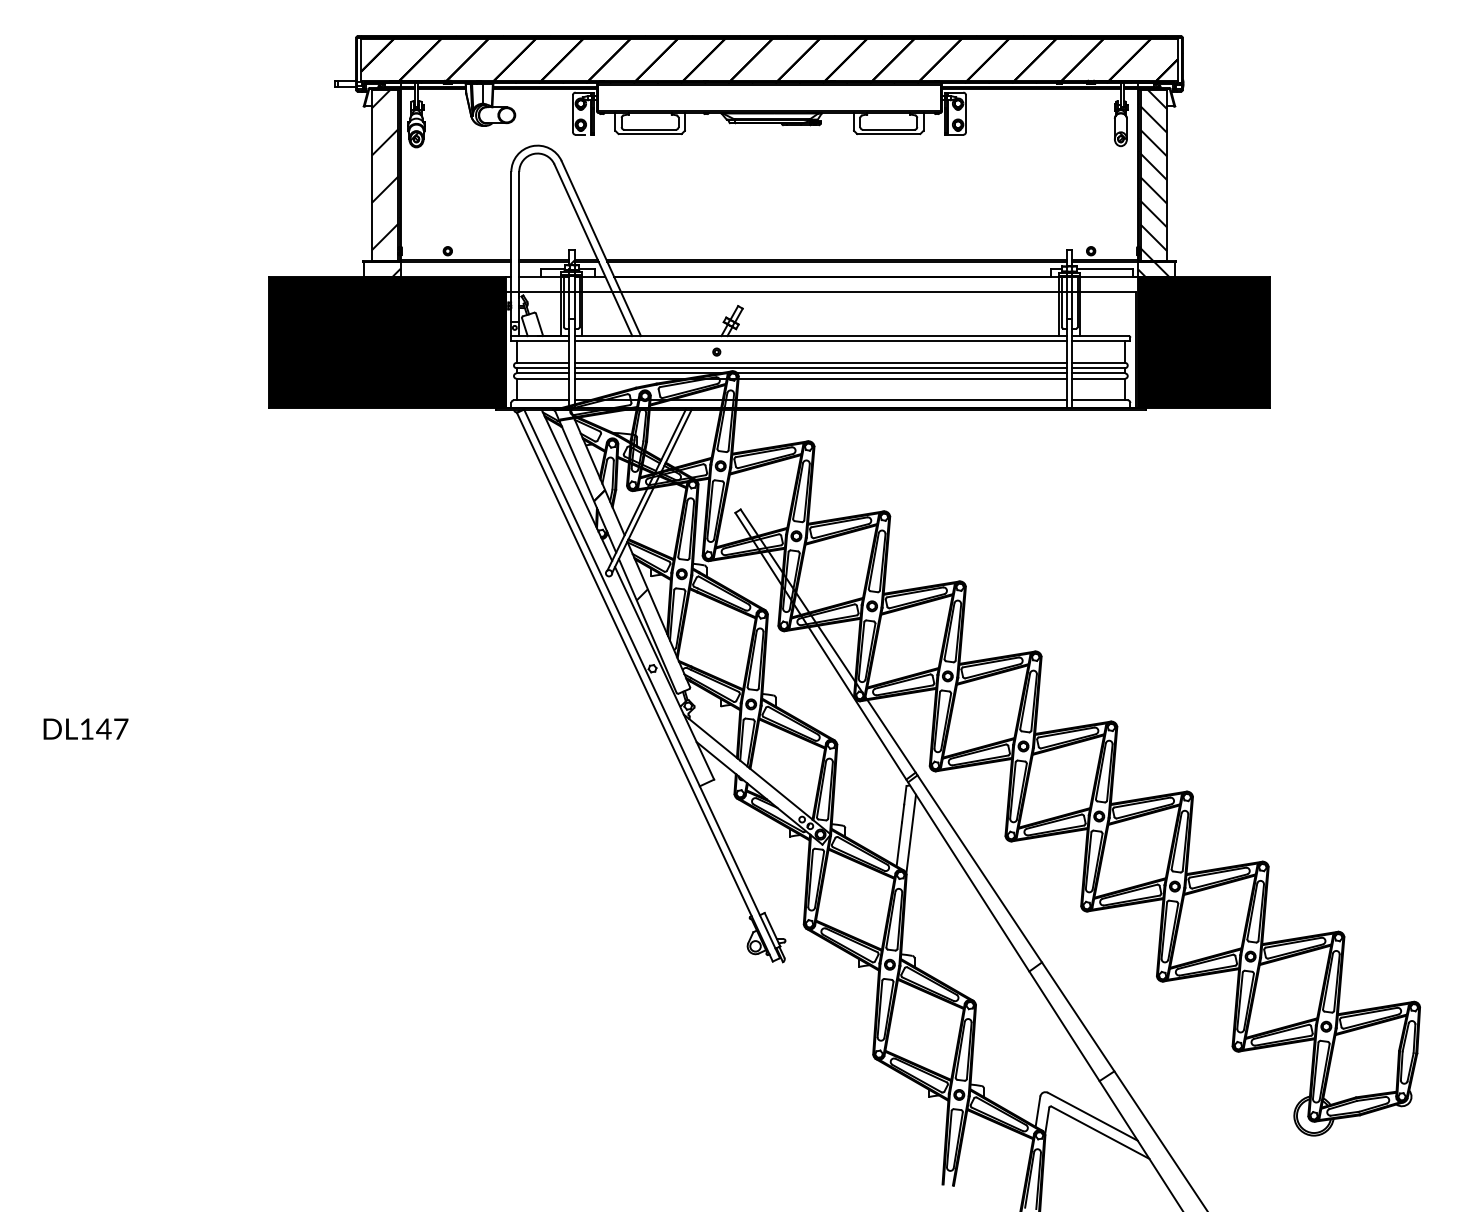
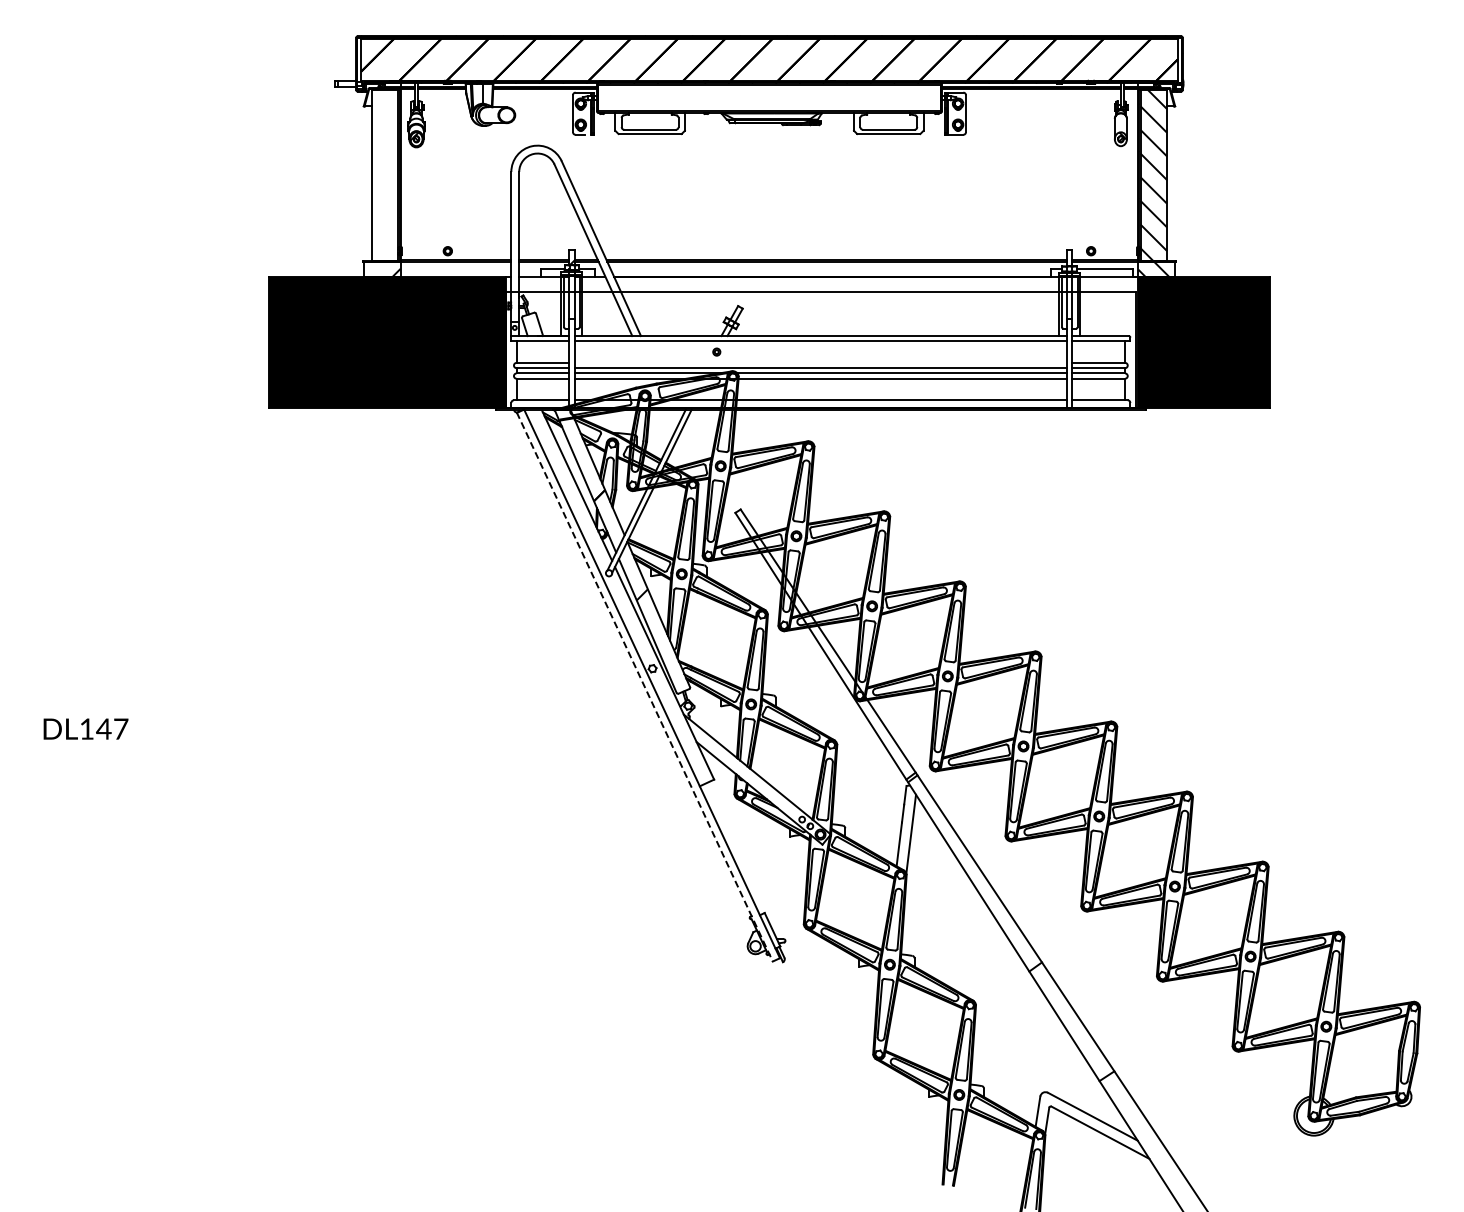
hatch at (384, 170): present -> none
line at (820, 362): present -> none
line at (644, 686): solid -> dashed
